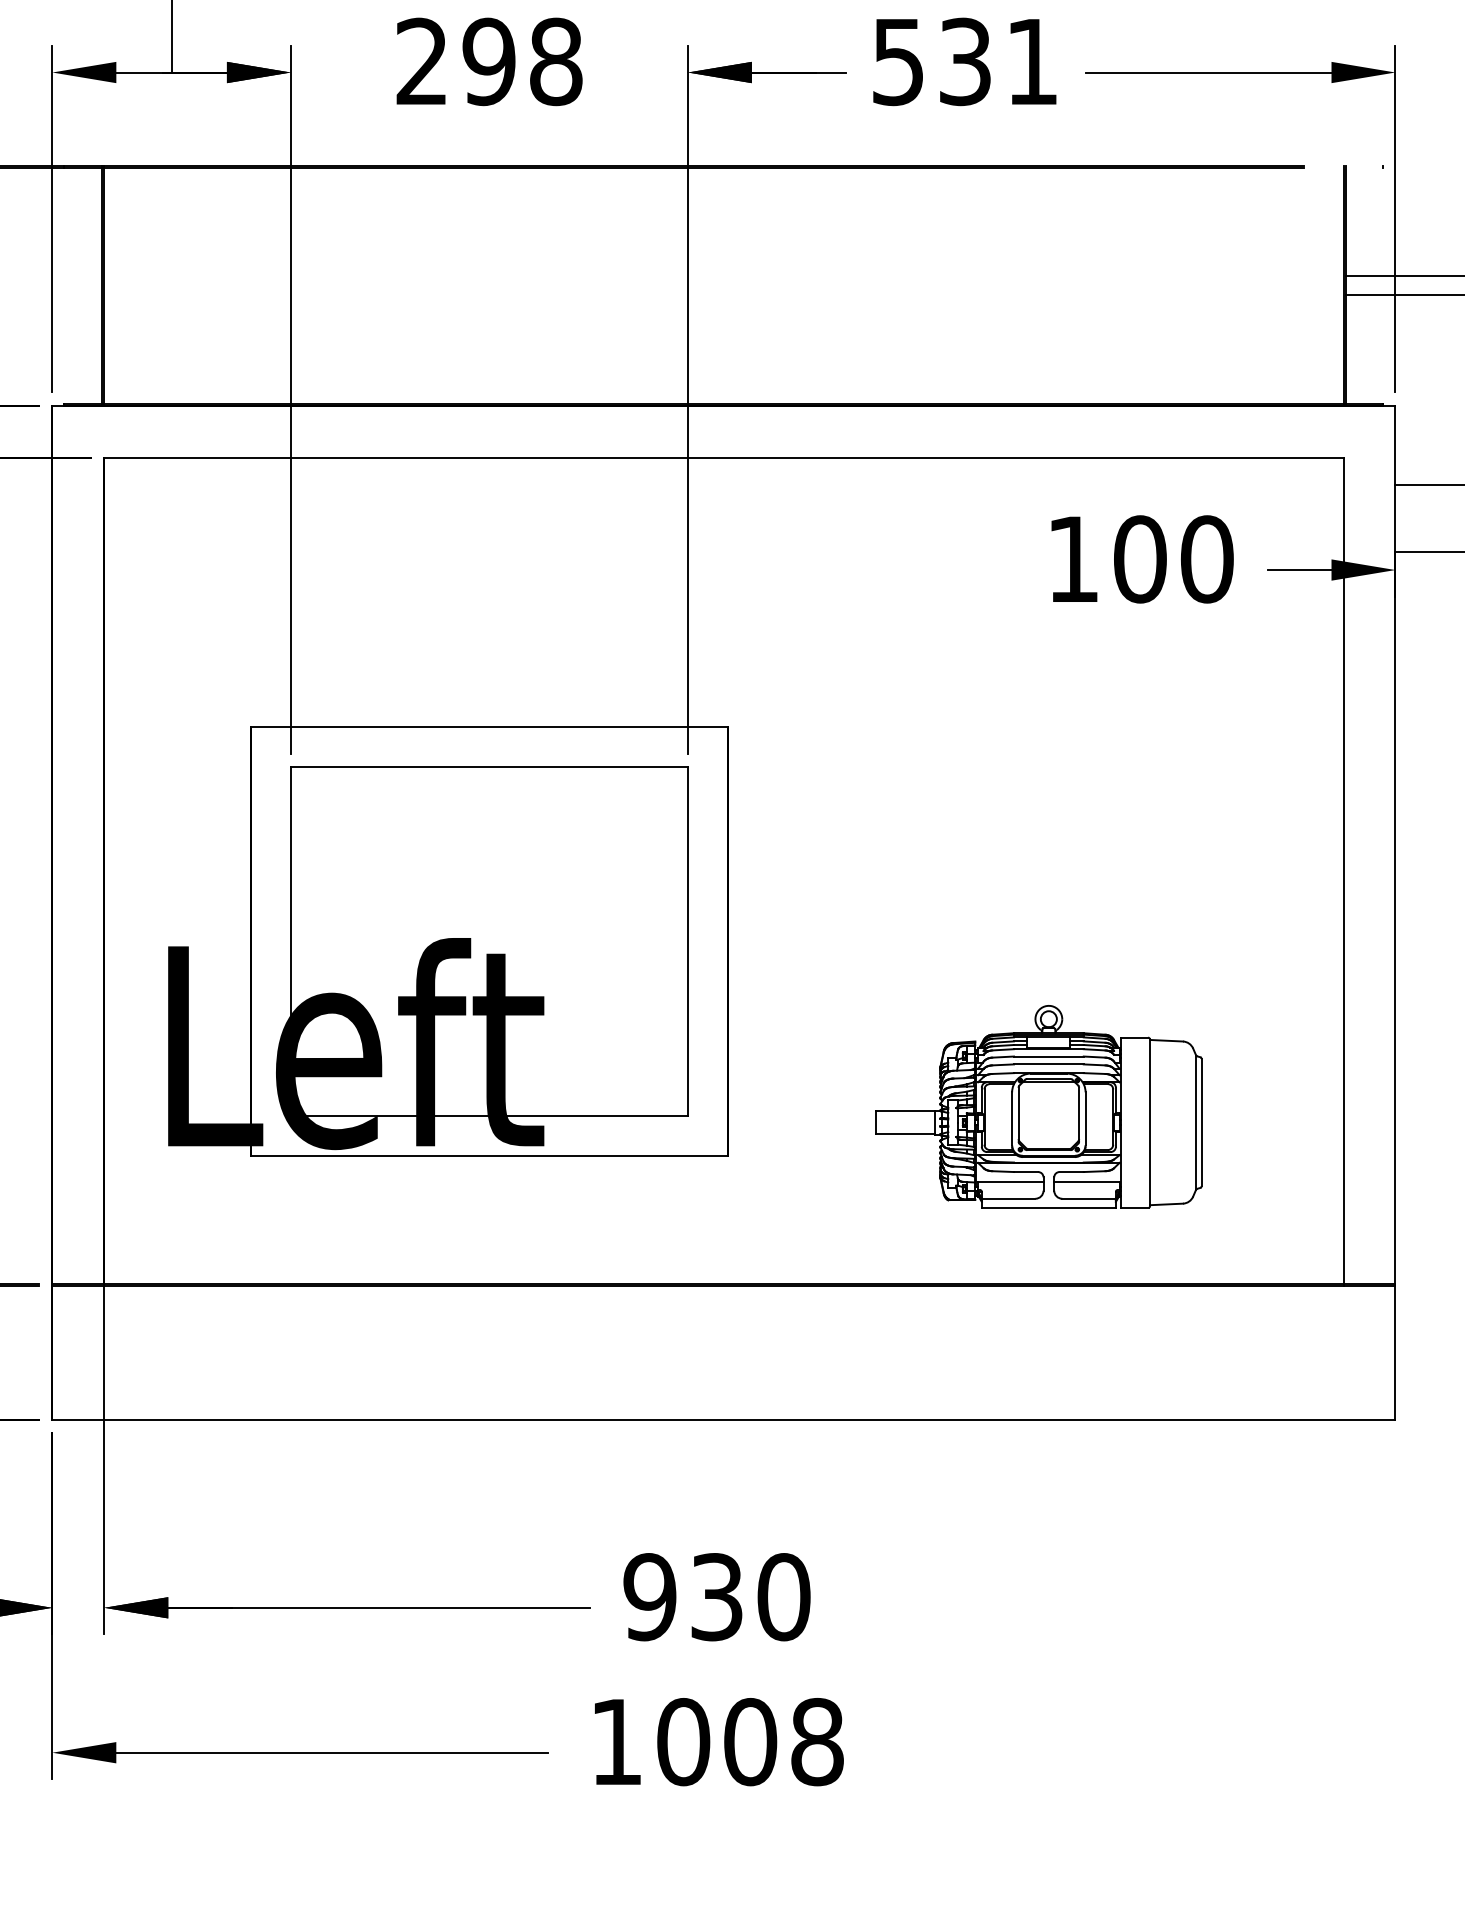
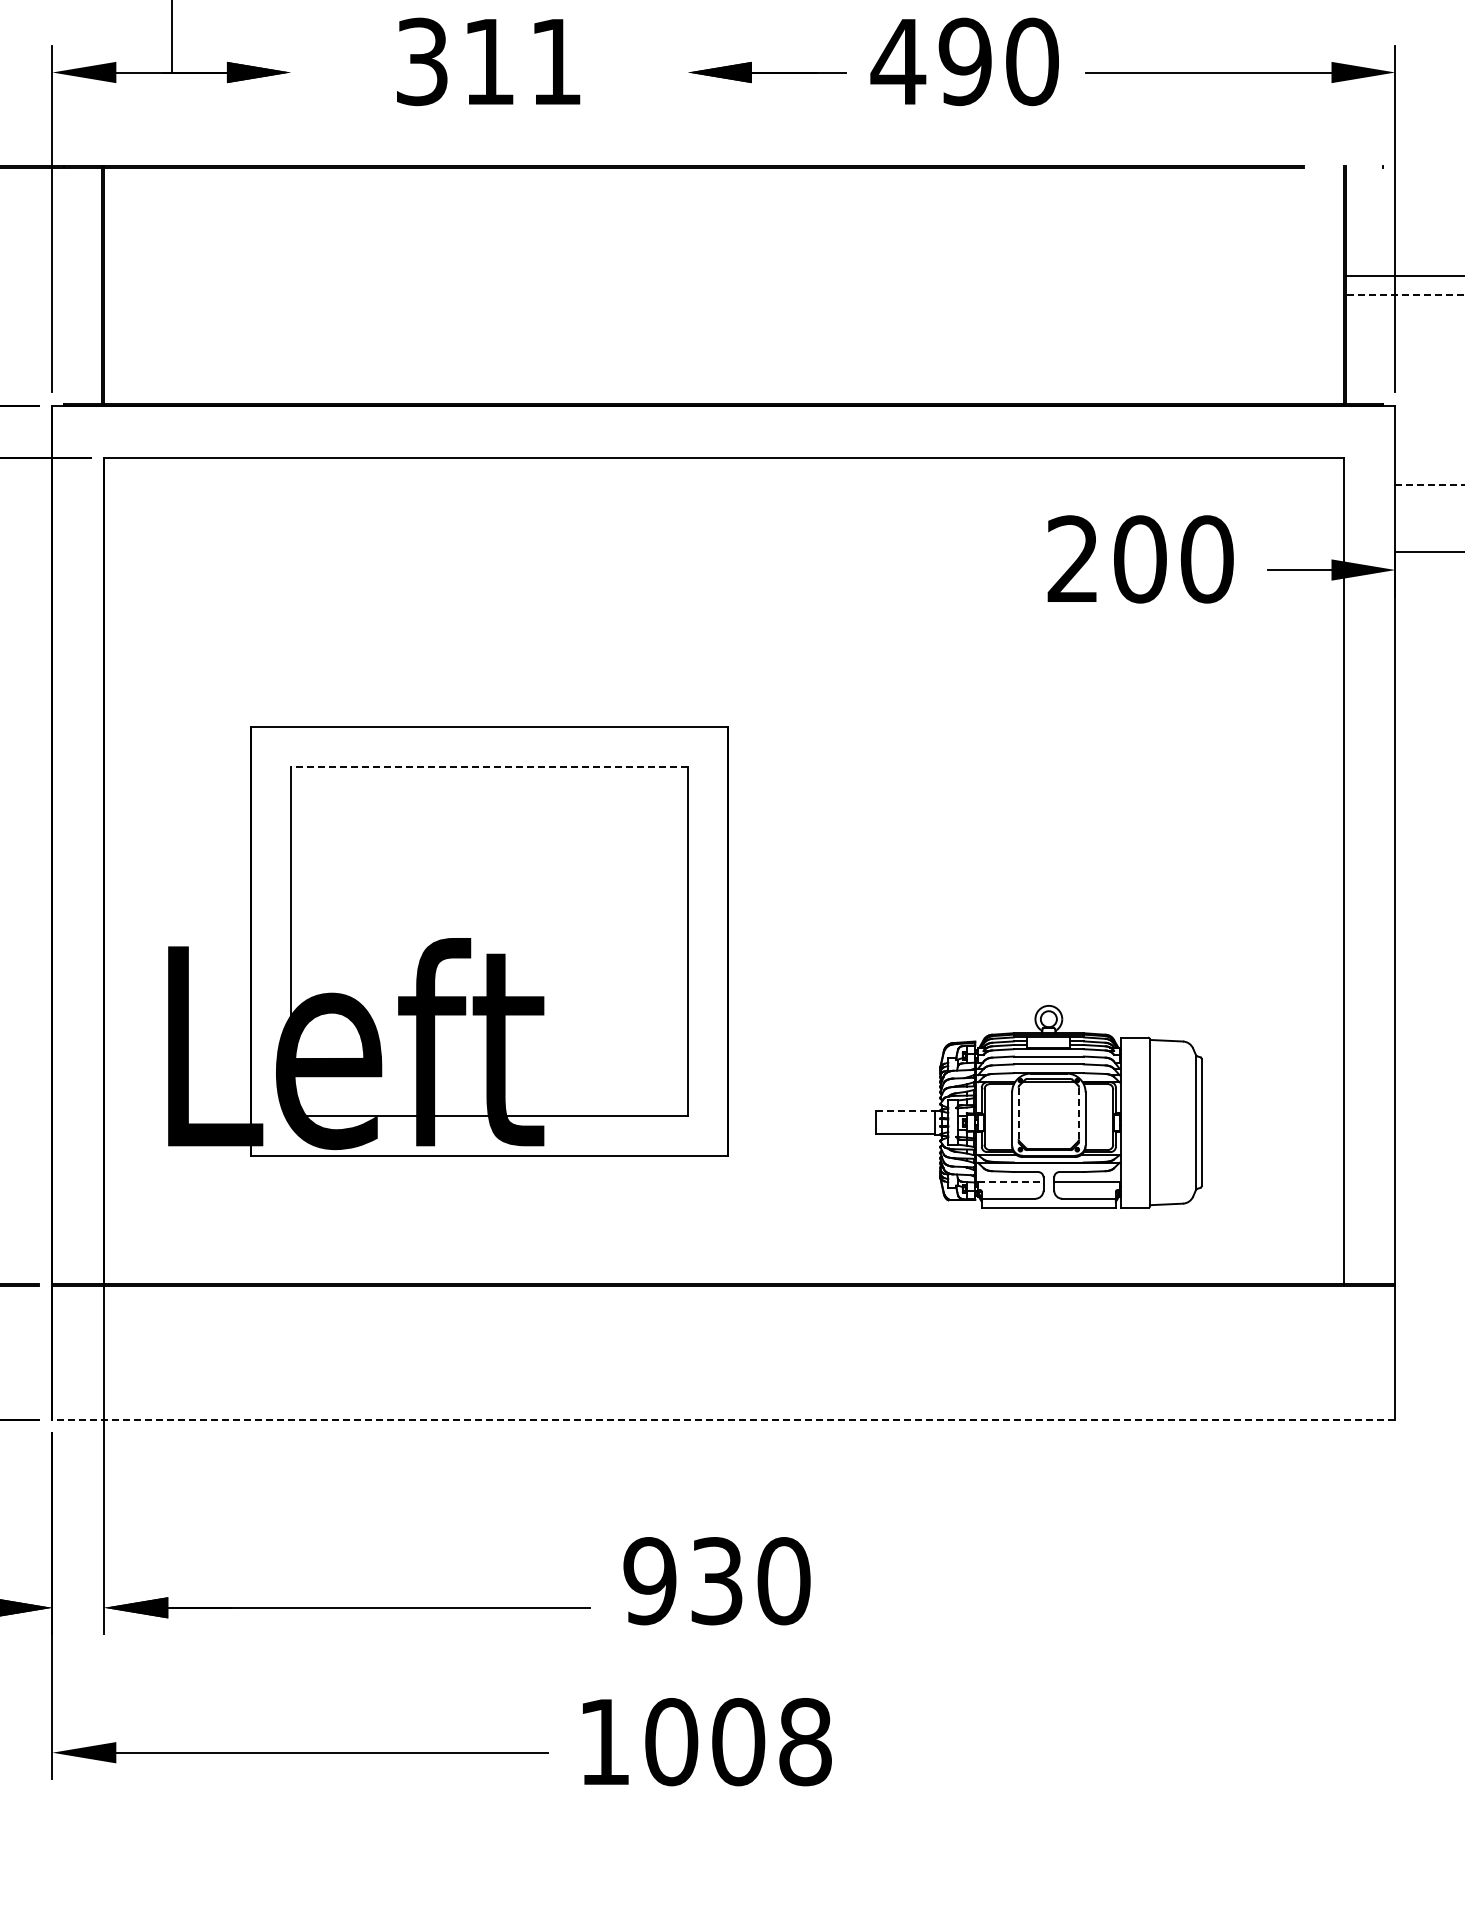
text at (489, 61): 298 -> 311
text at (964, 61): 531 -> 490
line at (1404, 295): solid -> dashed
line at (290, 399): present -> none
line at (687, 399): present -> none
line at (1430, 484): solid -> dashed
text at (1072, 558): 100 -> 200
line at (489, 767): solid -> dashed
line at (905, 1111): solid -> dashed
line at (1018, 1114): solid -> dashed
line at (1079, 1114): solid -> dashed
line at (1010, 1182): solid -> dashed
line at (723, 1419): solid -> dashed
text at (716, 1597) position: (716, 1597) -> (716, 1581)
text at (719, 1742) position: (719, 1742) -> (707, 1742)
